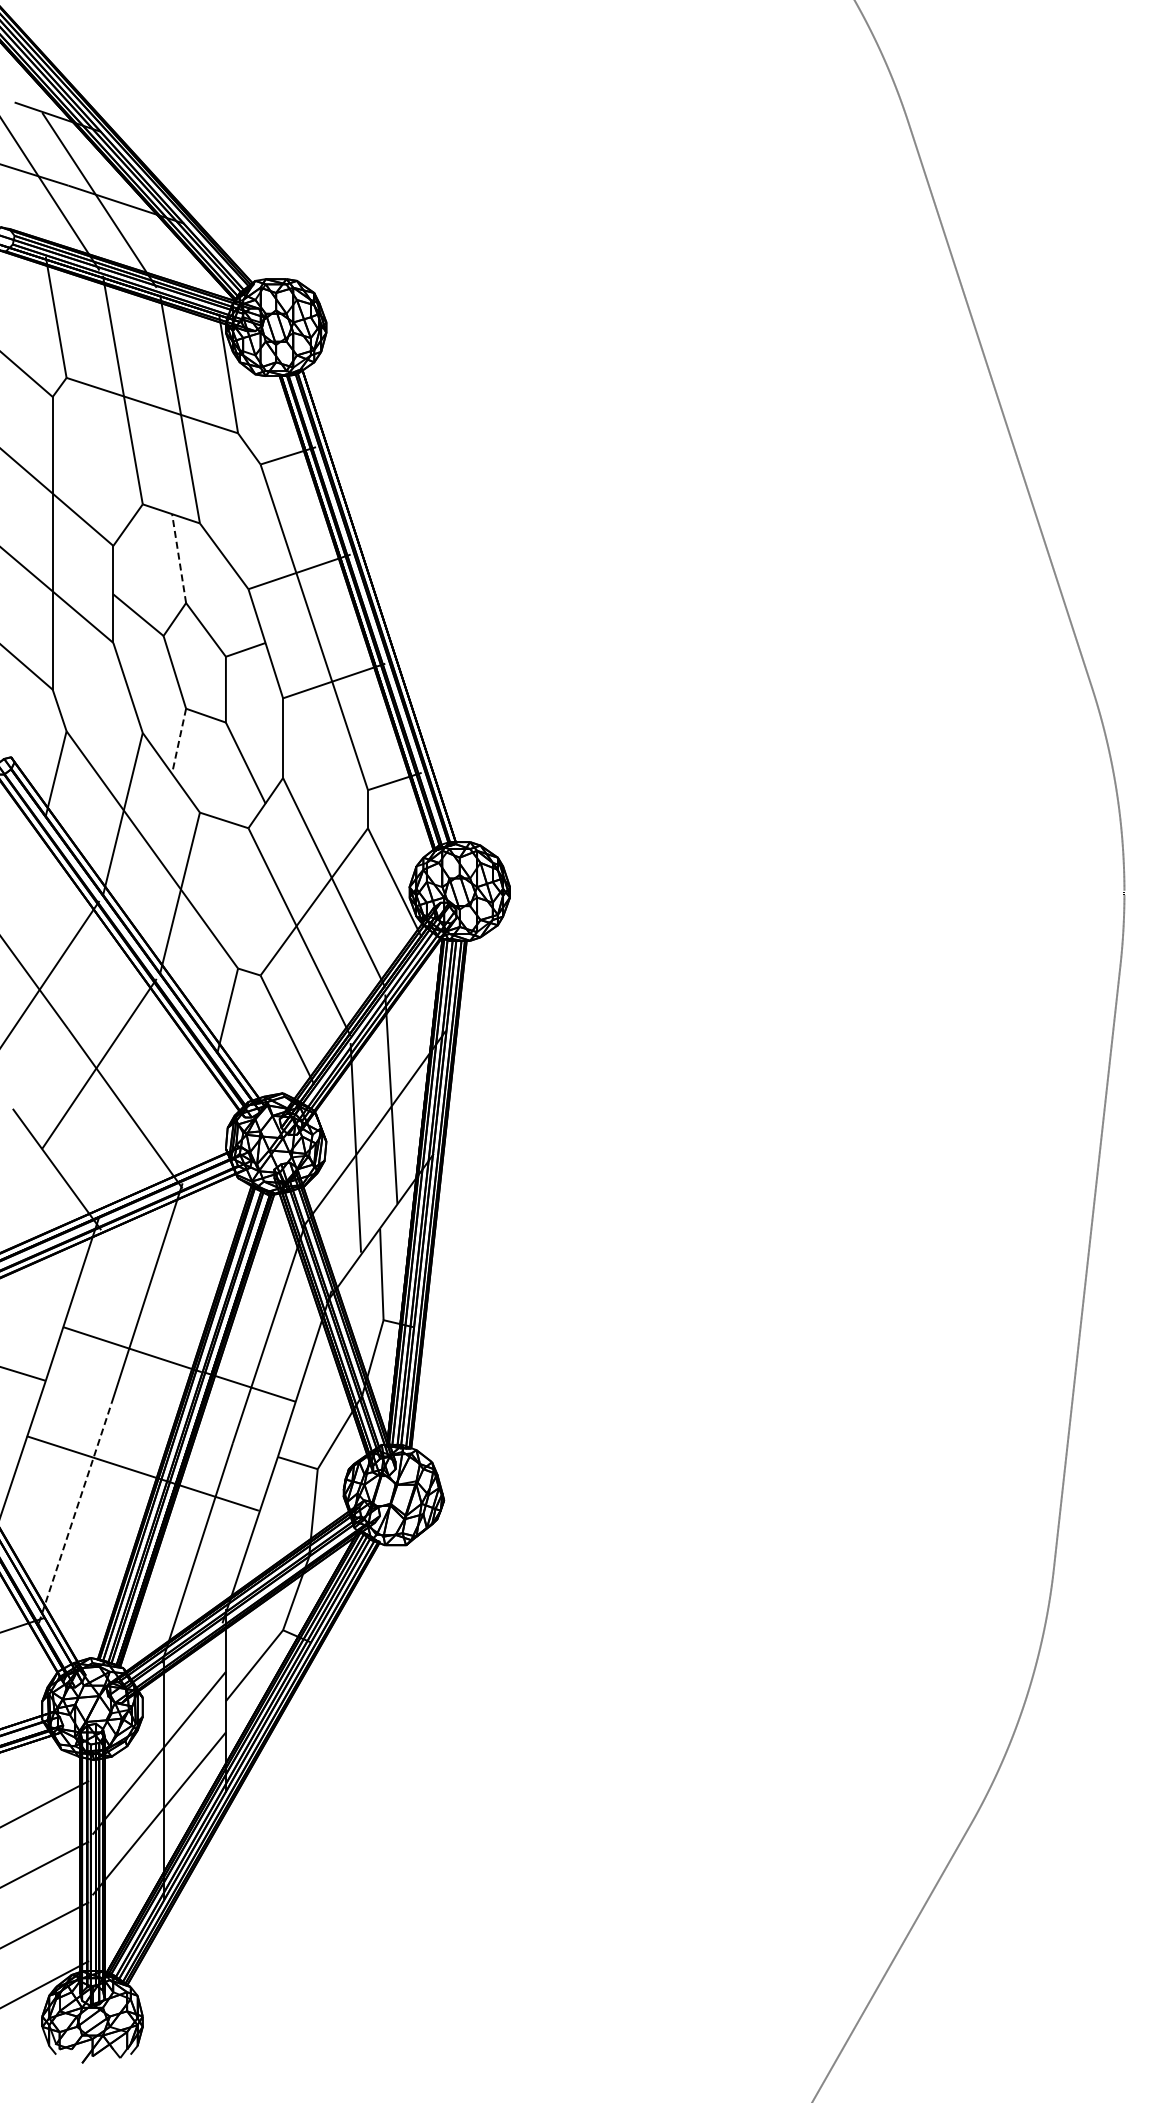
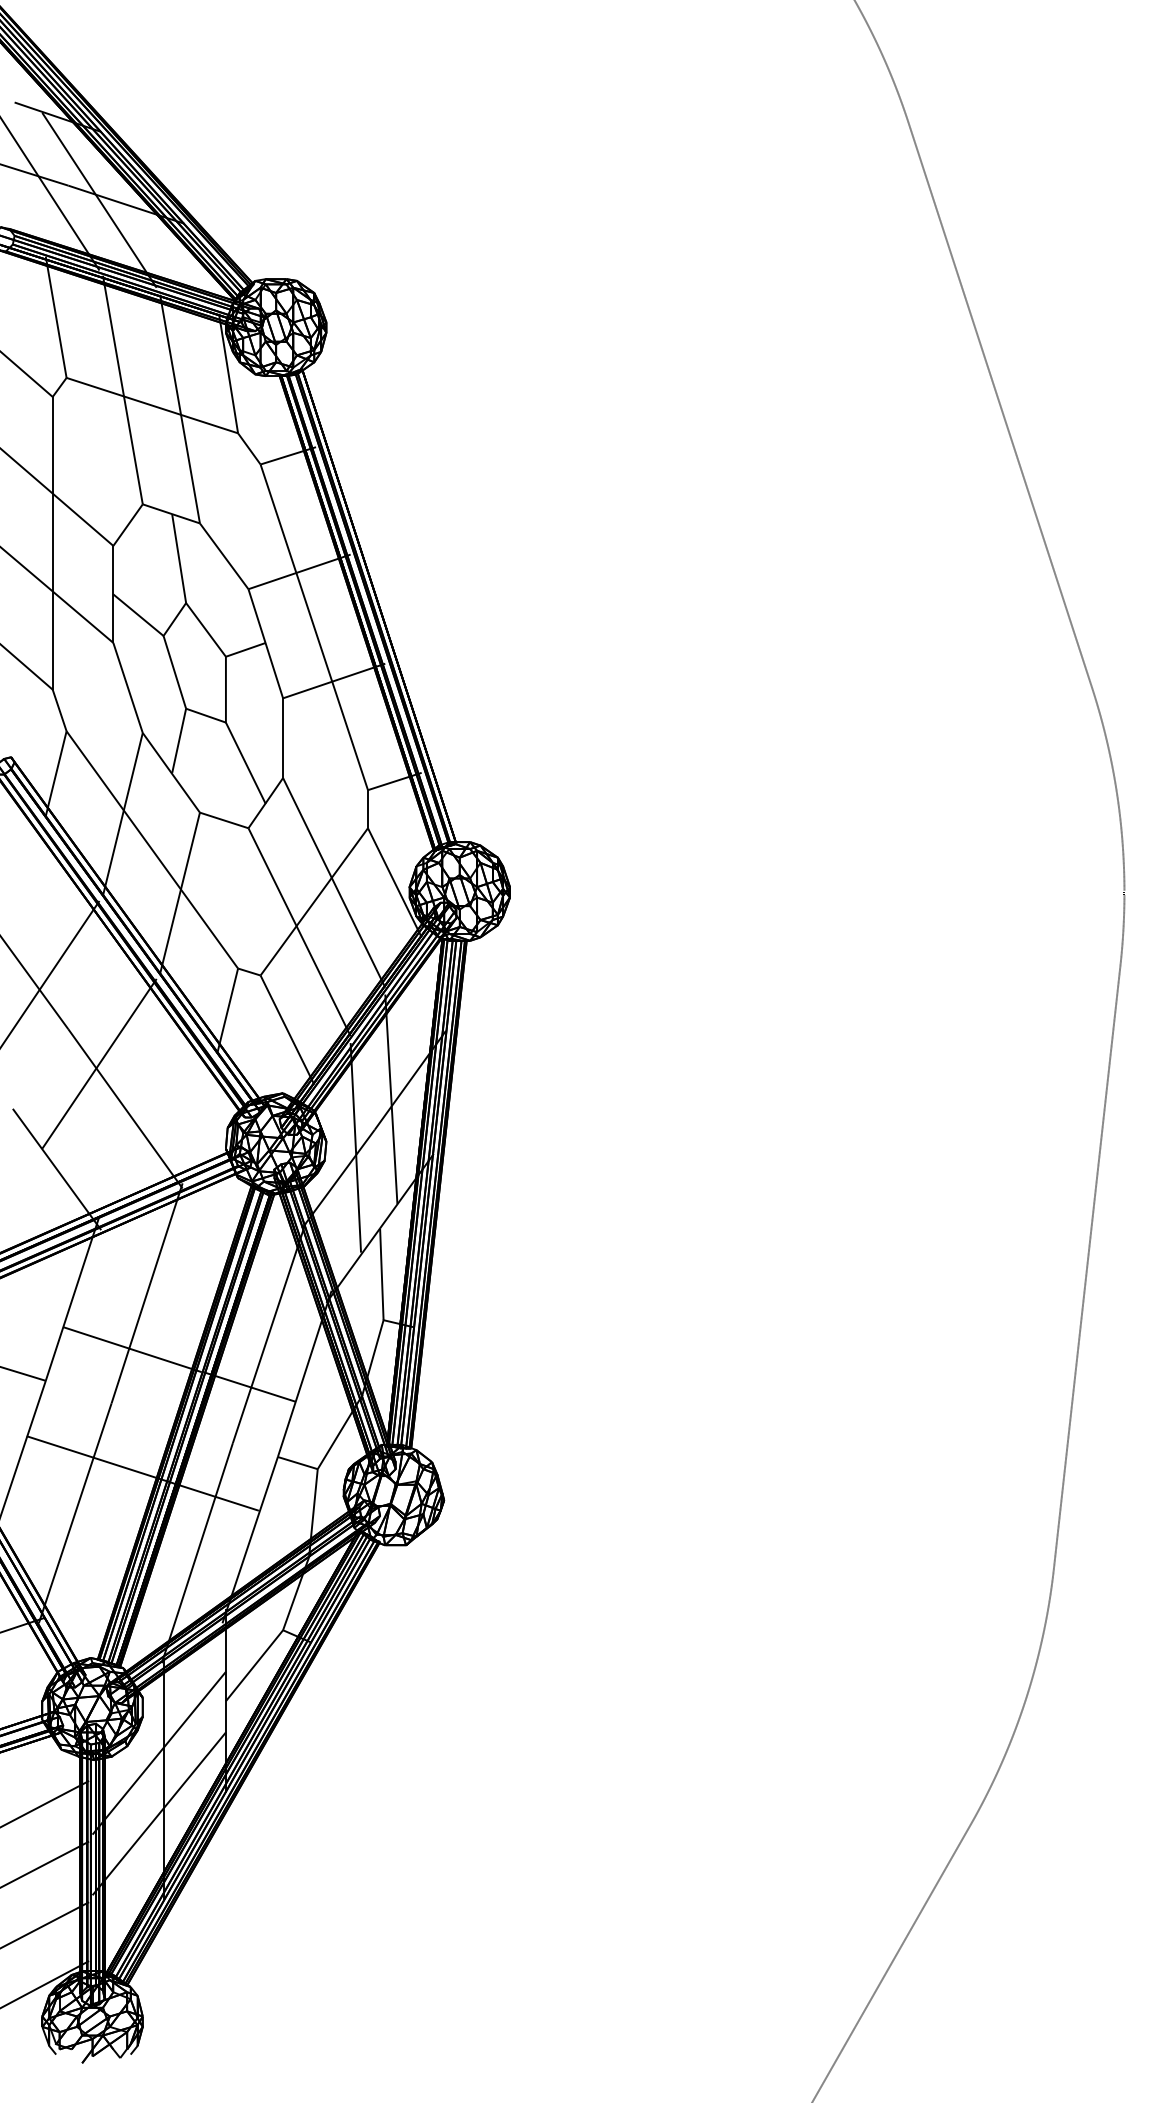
line at (179, 558): dashed -> solid
line at (179, 740): dashed -> solid
line at (75, 1513): dashed -> solid
